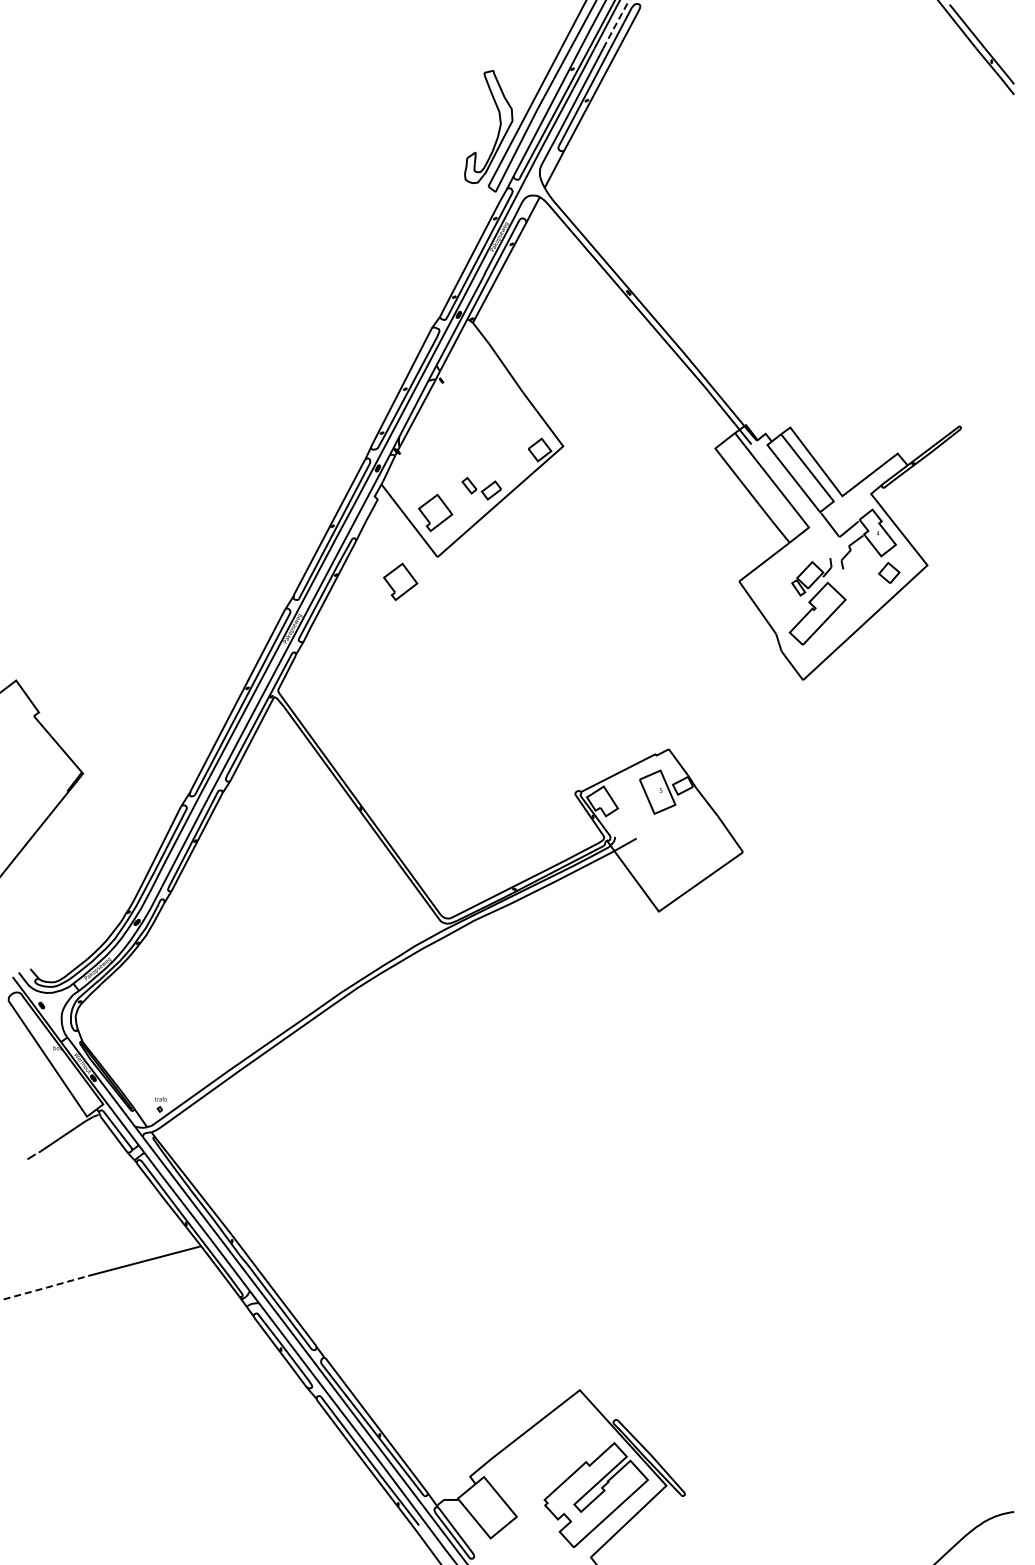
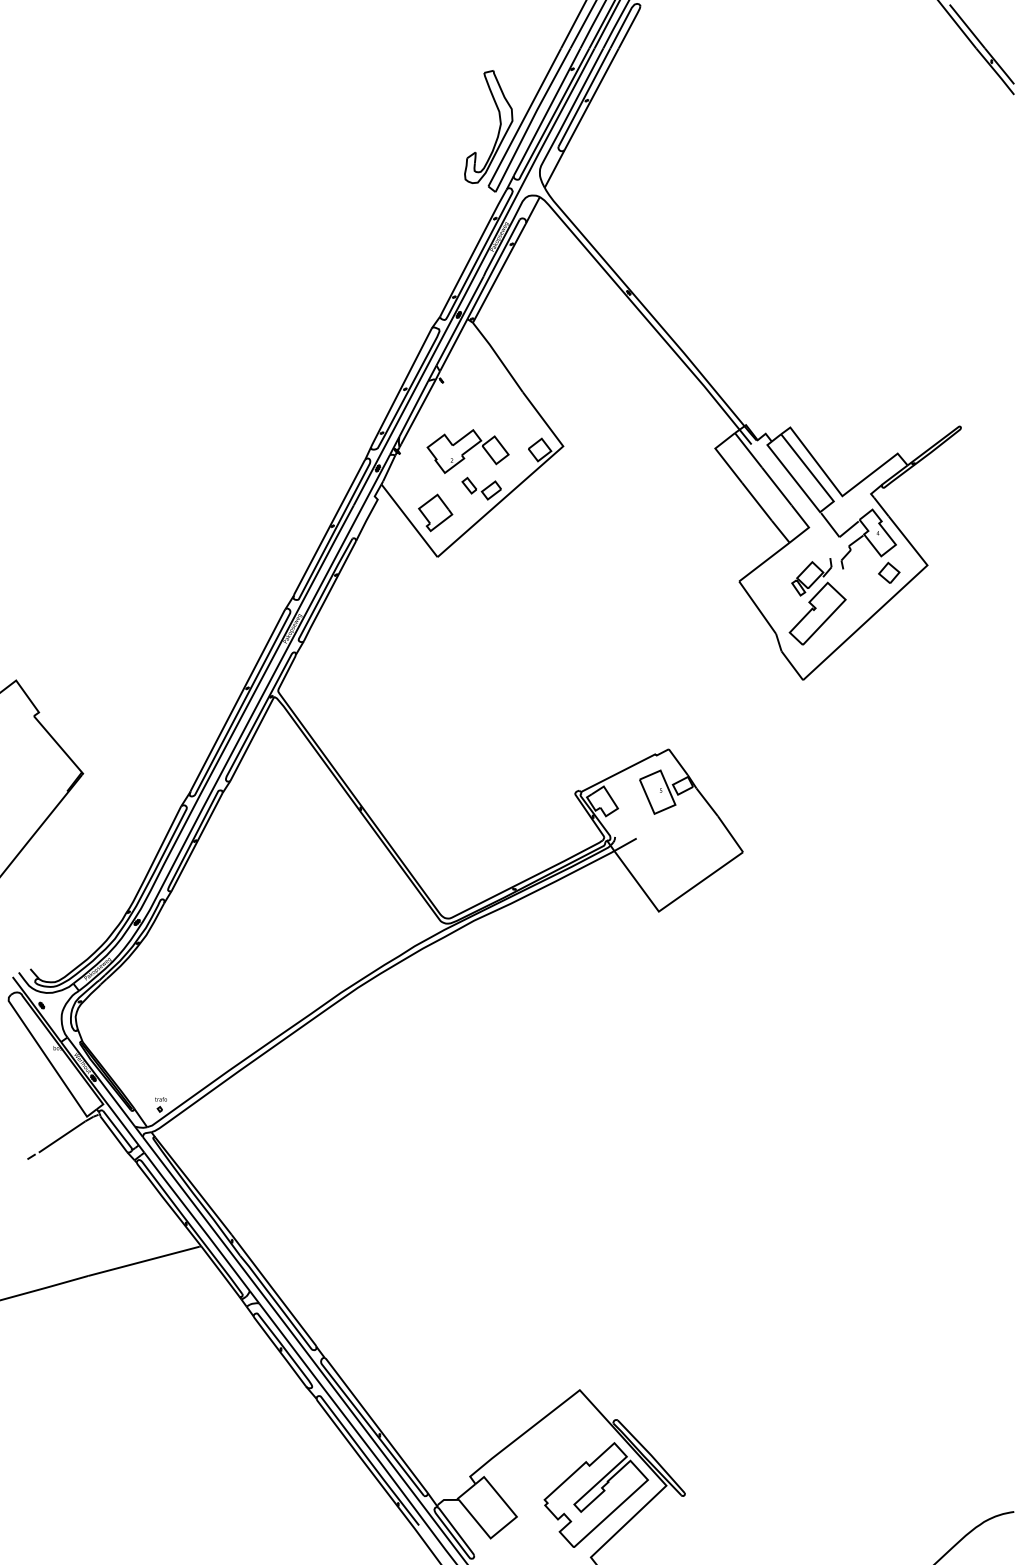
line at (615, 24): dashed -> solid
part at (467, 451): none -> present
part at (400, 581): present -> none
line at (44, 1288): dashed -> solid
